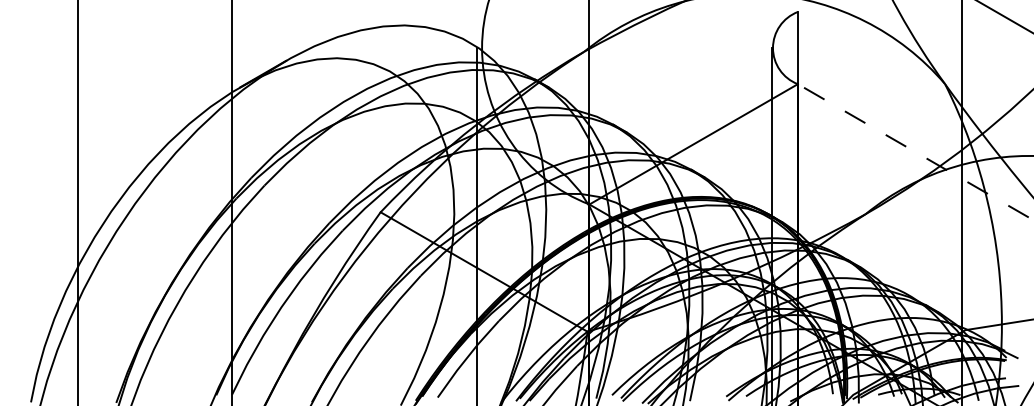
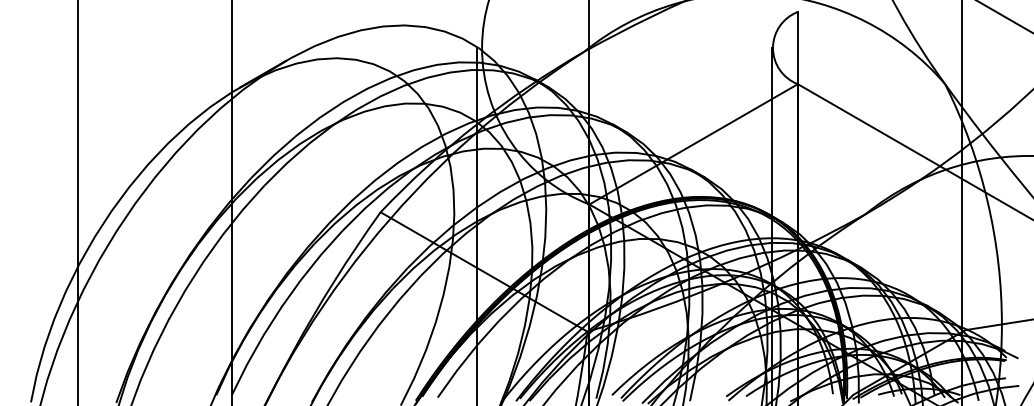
line at (915, 152): dashed -> solid
